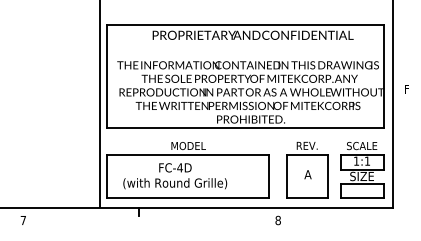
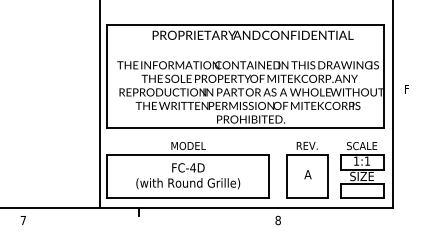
text at (175, 176) position: (175, 176) -> (188, 176)
